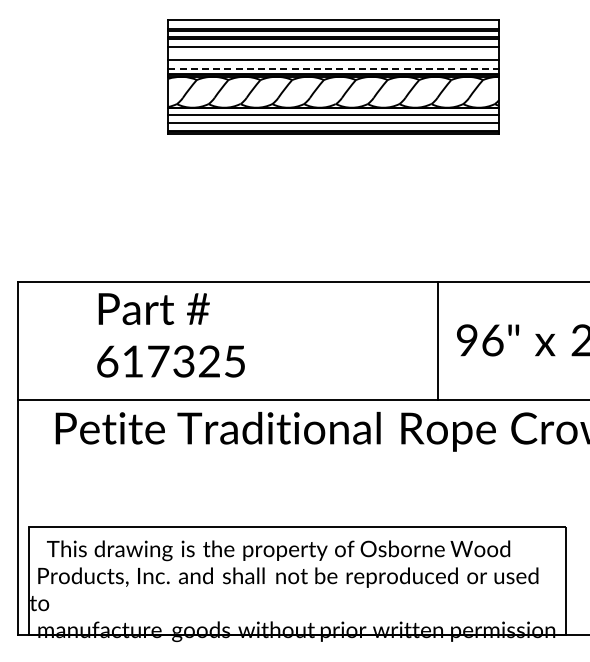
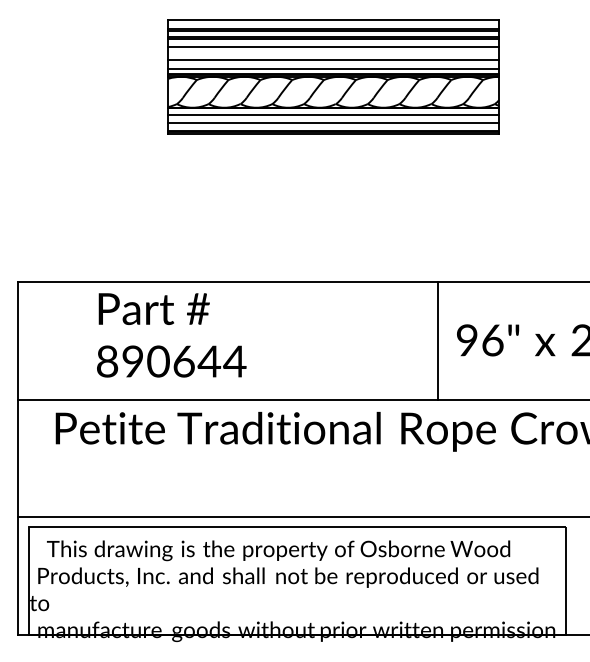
line at (334, 68): dashed -> solid
text at (171, 361): 617325 -> 890644
line at (301, 517): none -> present
